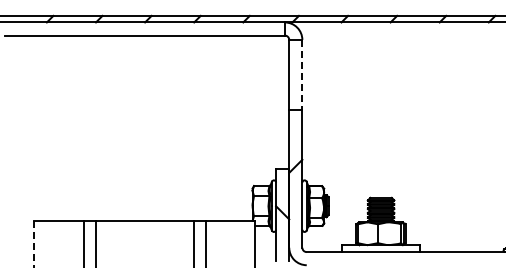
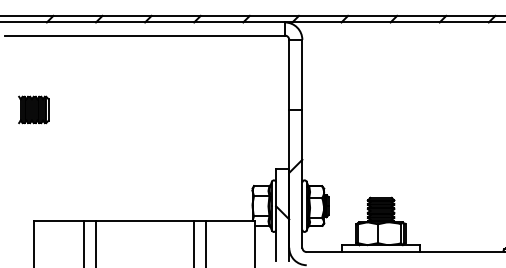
line at (302, 74): dashed -> solid
part at (33, 109): none -> present
line at (34, 244): dashed -> solid
